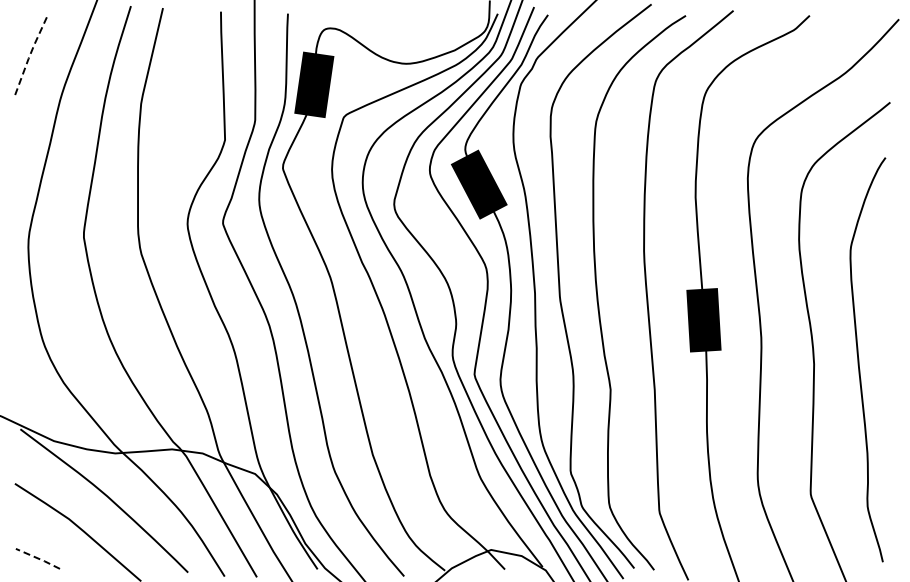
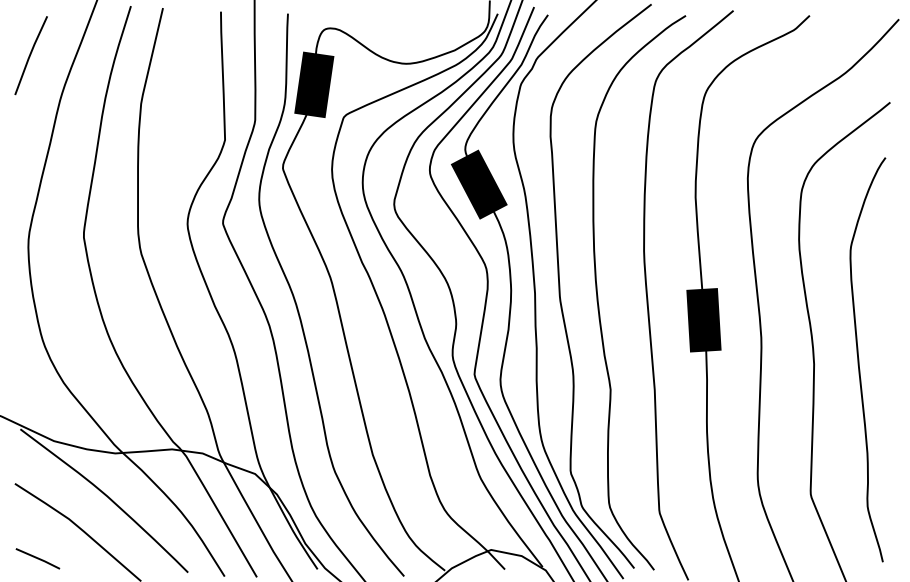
line at (30, 55): dashed -> solid
line at (38, 558): dashed -> solid
